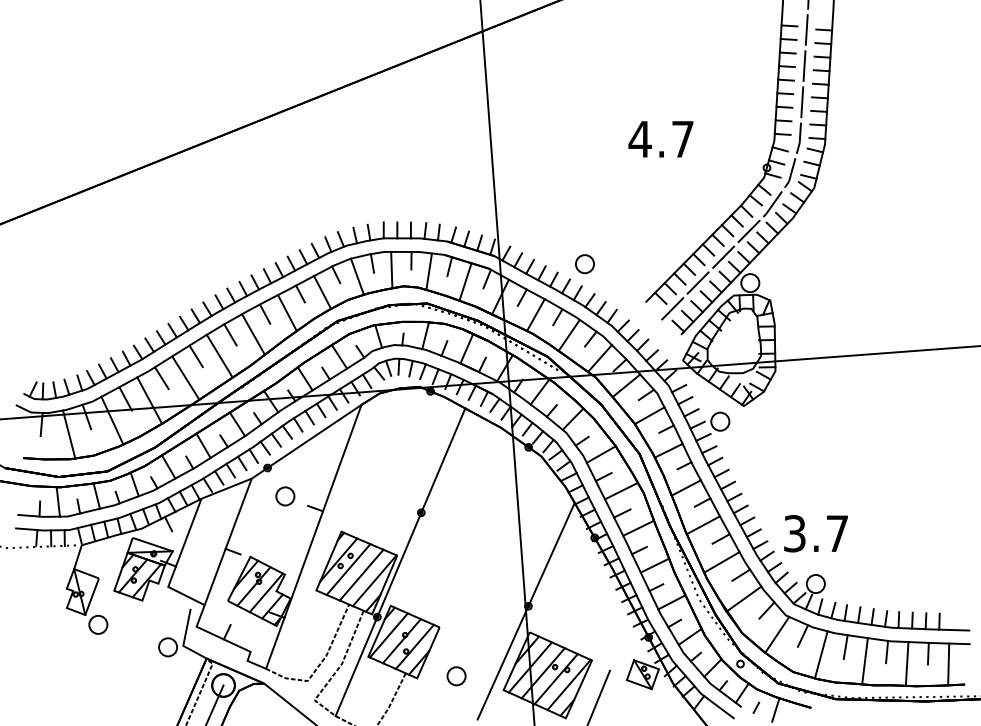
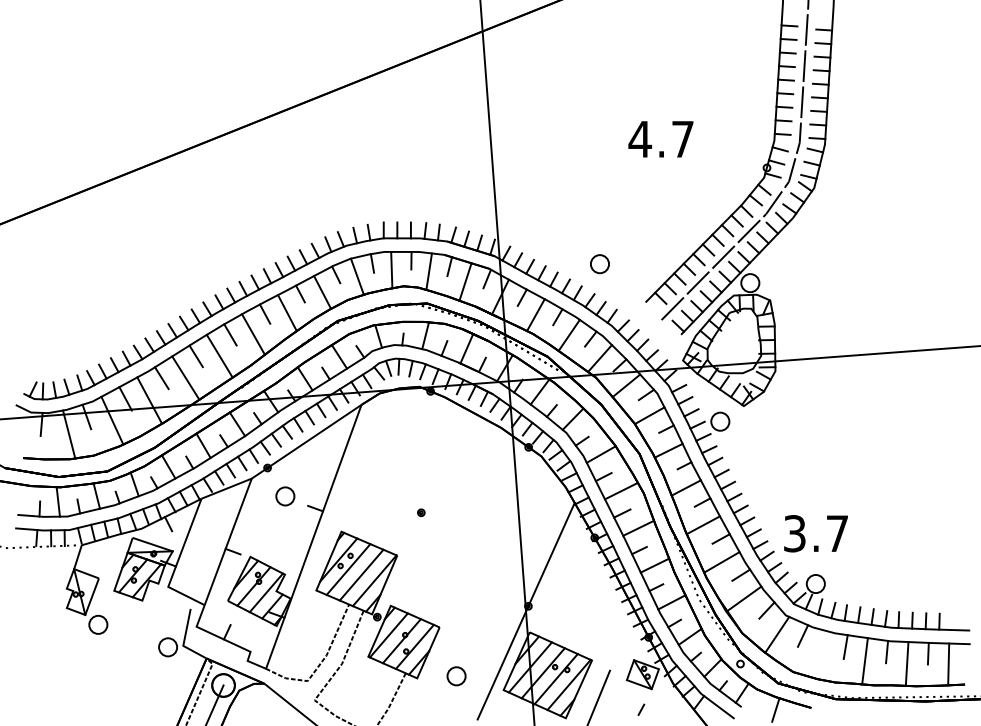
part at (584, 264) position: (584, 264) -> (599, 264)
line at (400, 562): present -> none
line at (820, 654): present -> none
line at (756, 707) position: (756, 707) -> (641, 709)
